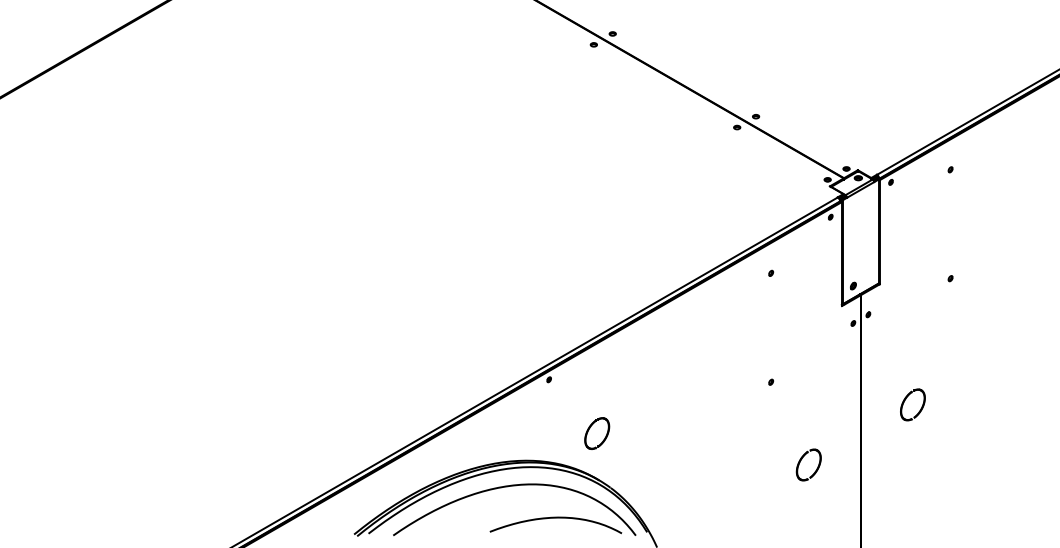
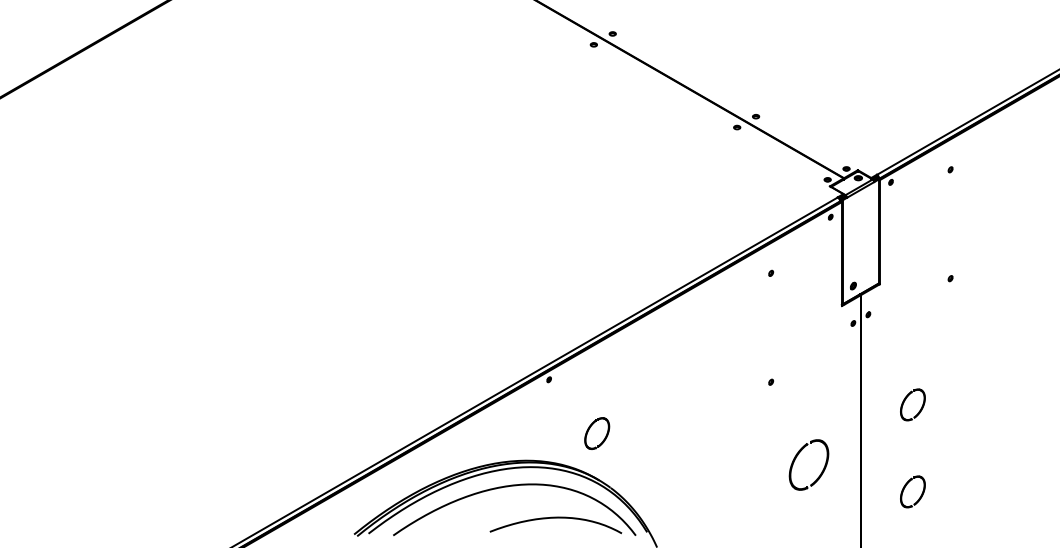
part at (808, 464) size: 27x34 px -> 42x52 px
part at (912, 491): none -> present
